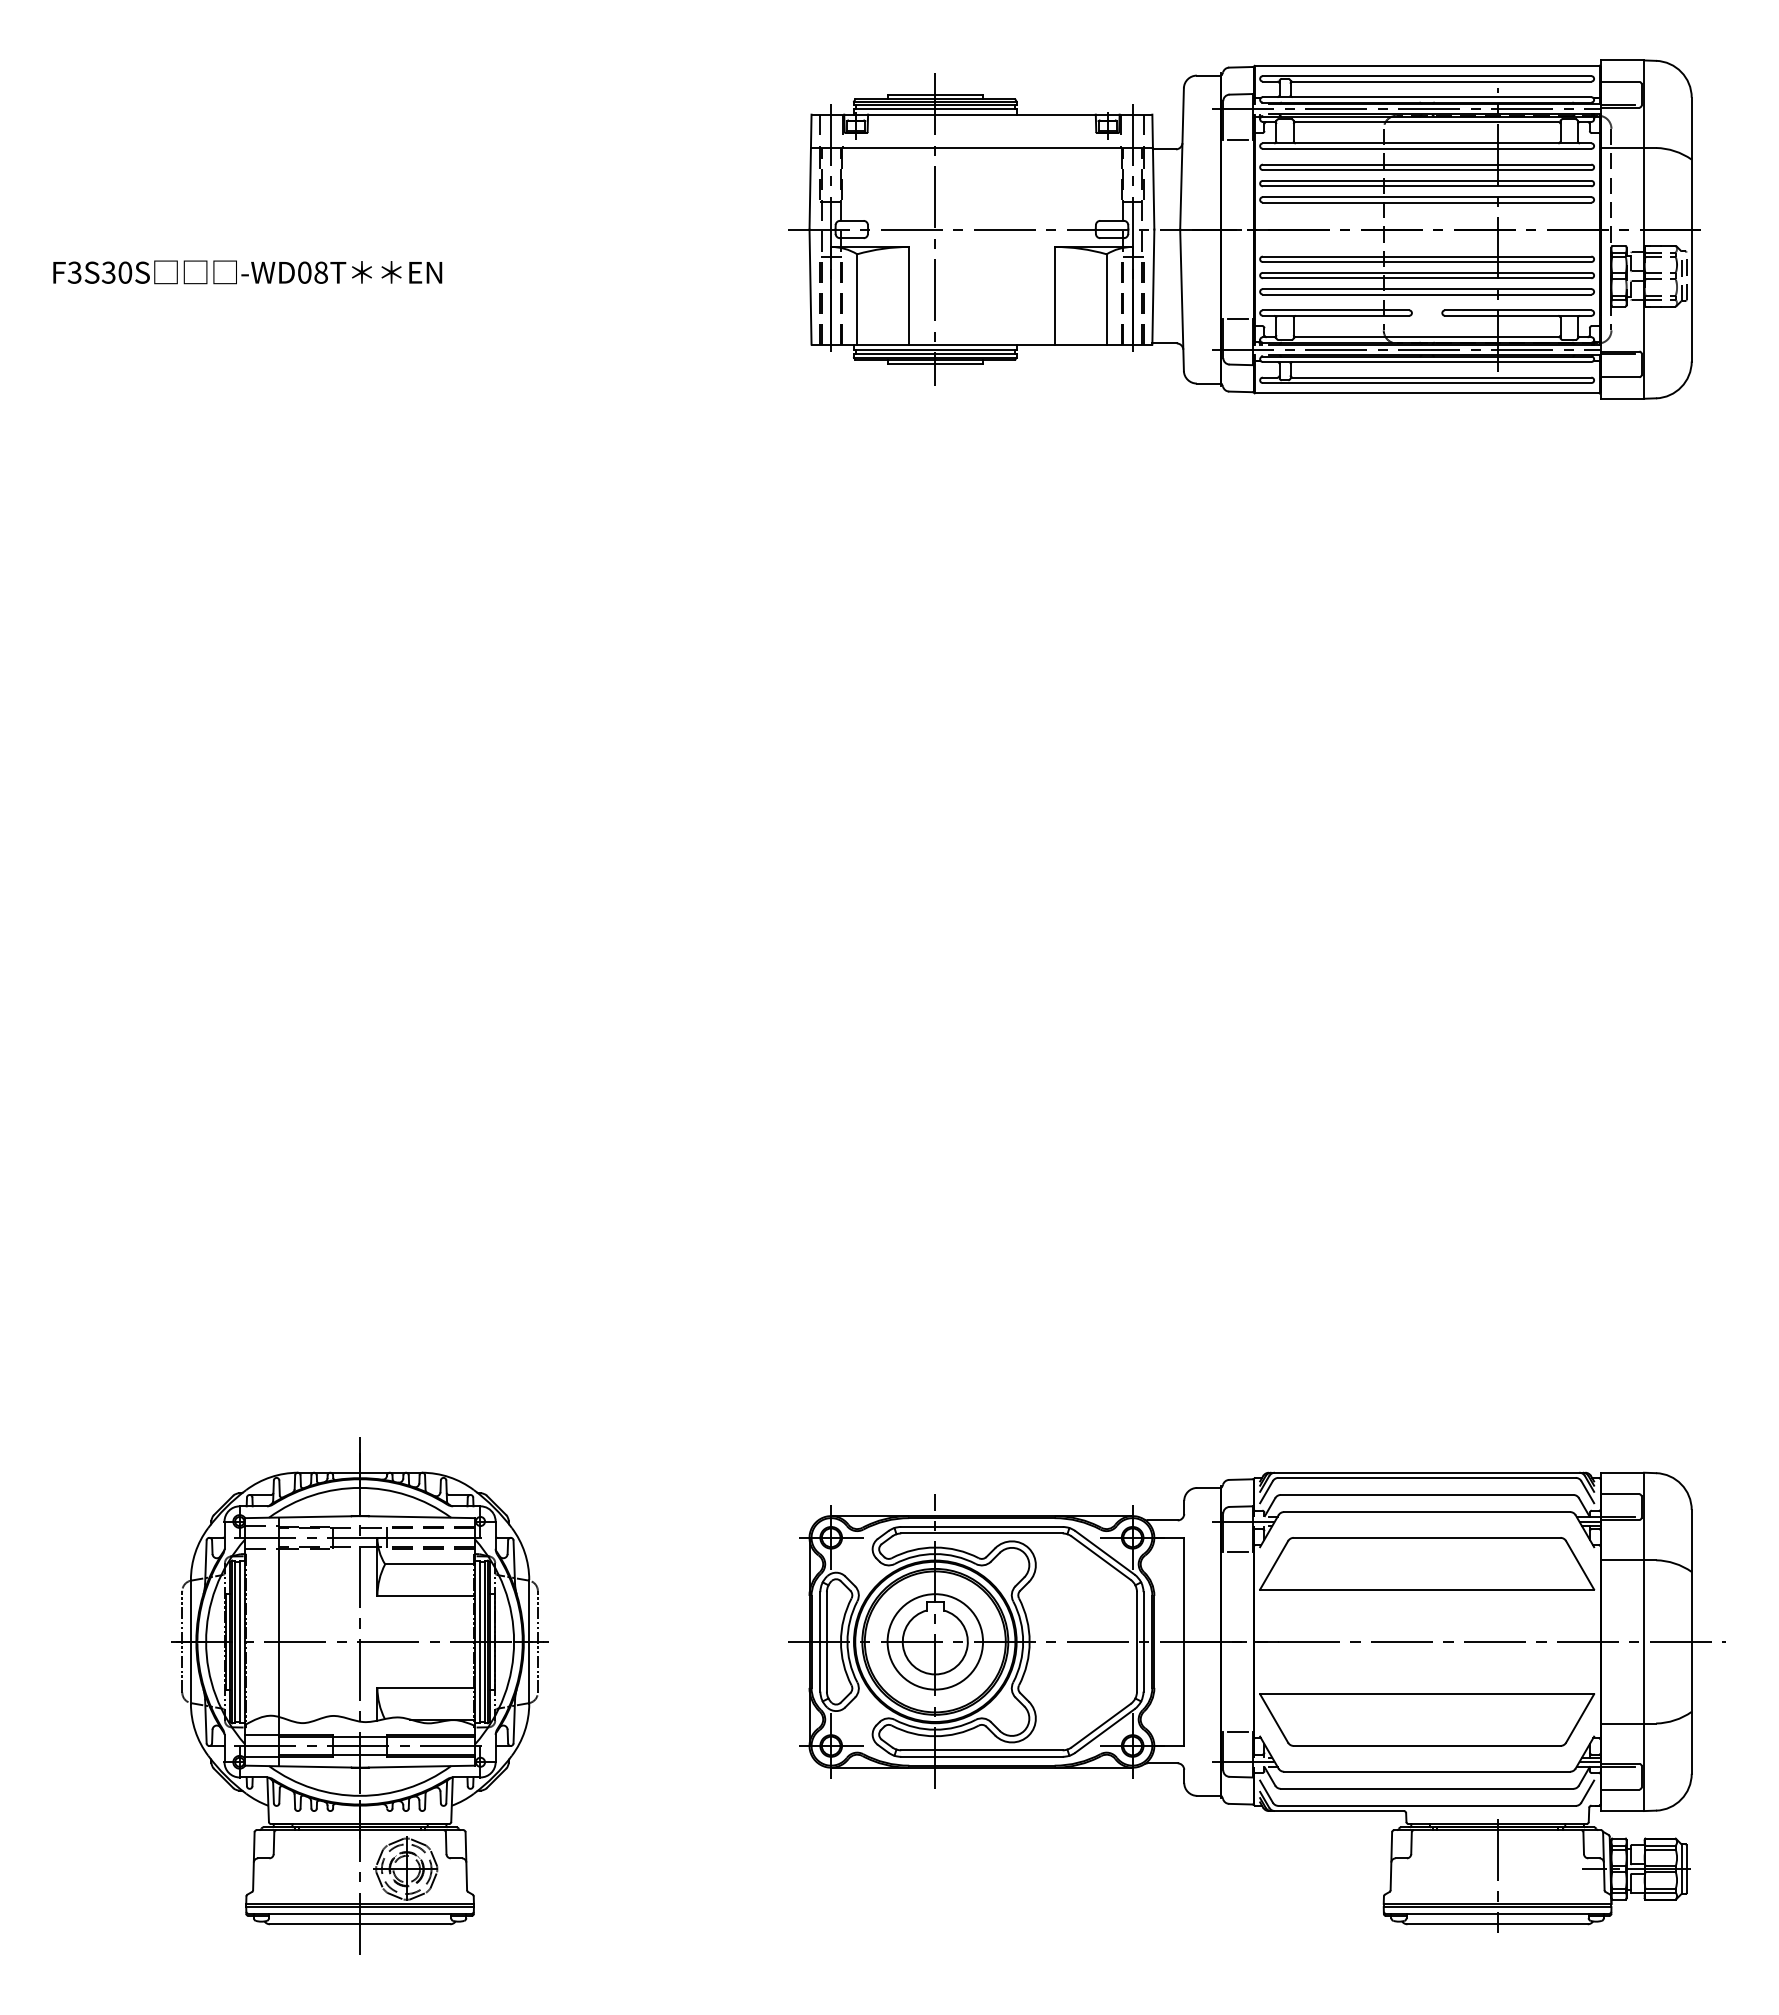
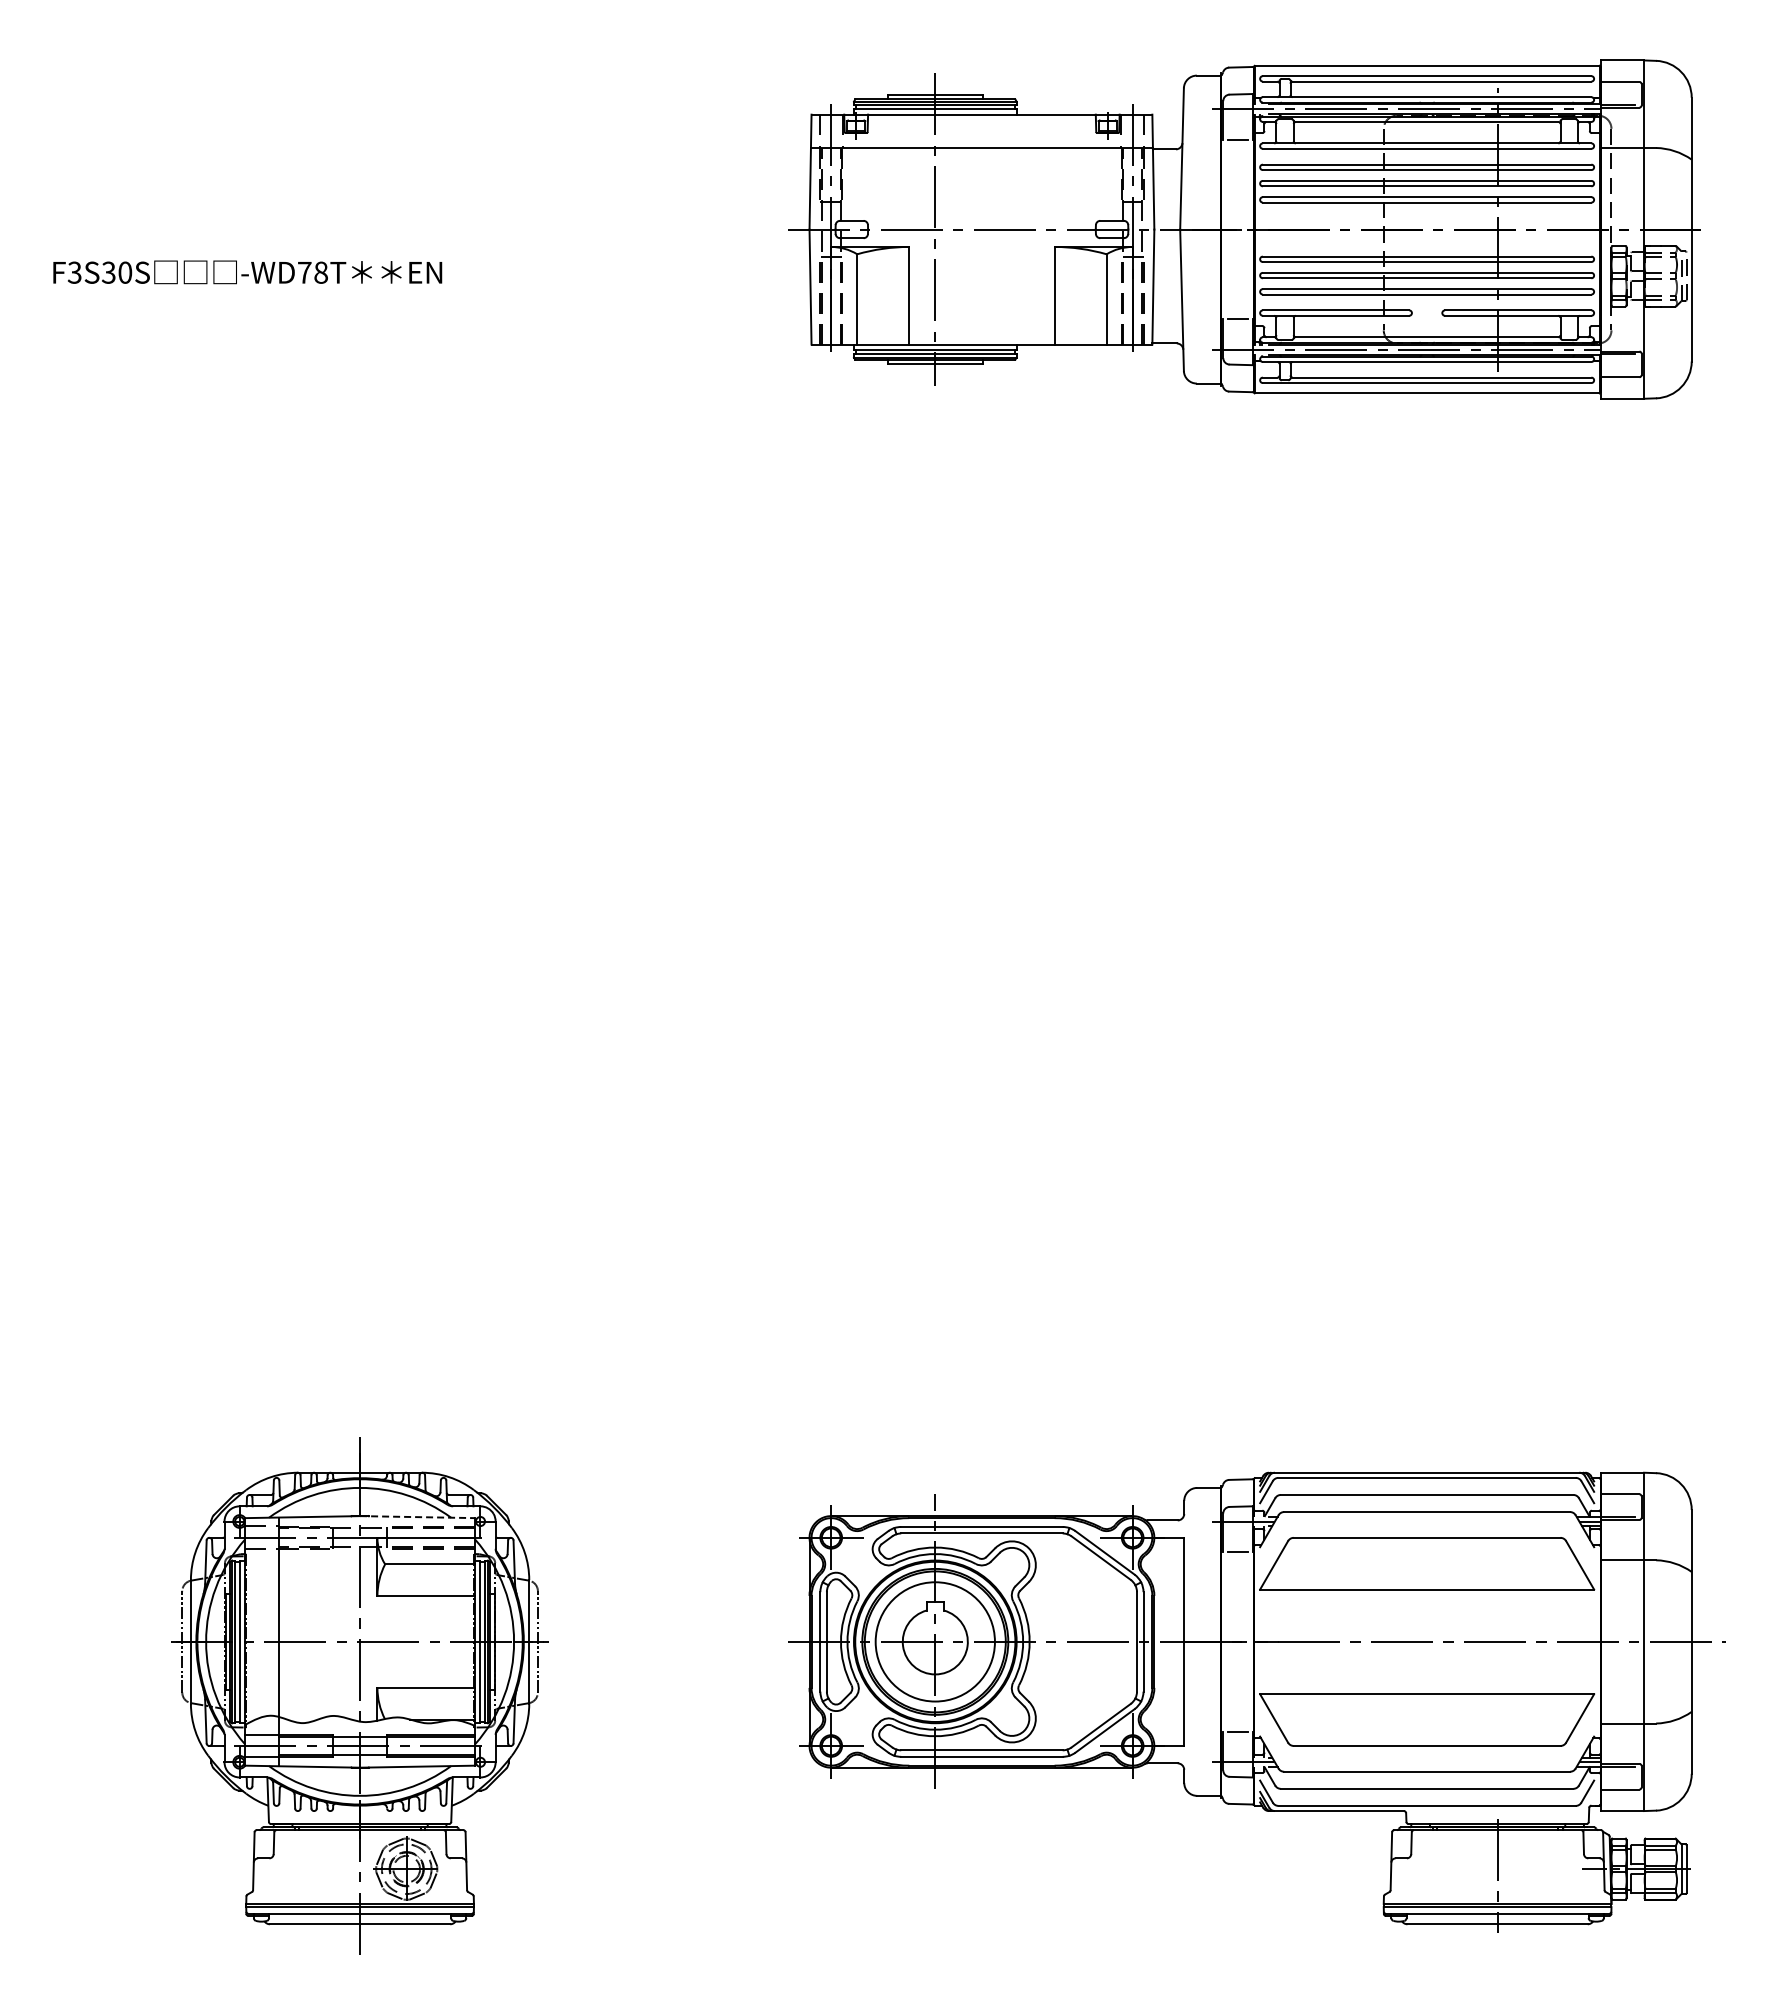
text at (304, 272): -WD08T -> -WD78T
line at (418, 1517): solid -> dashed
circle at (935, 1641) diameter: 95 px -> 119 px
